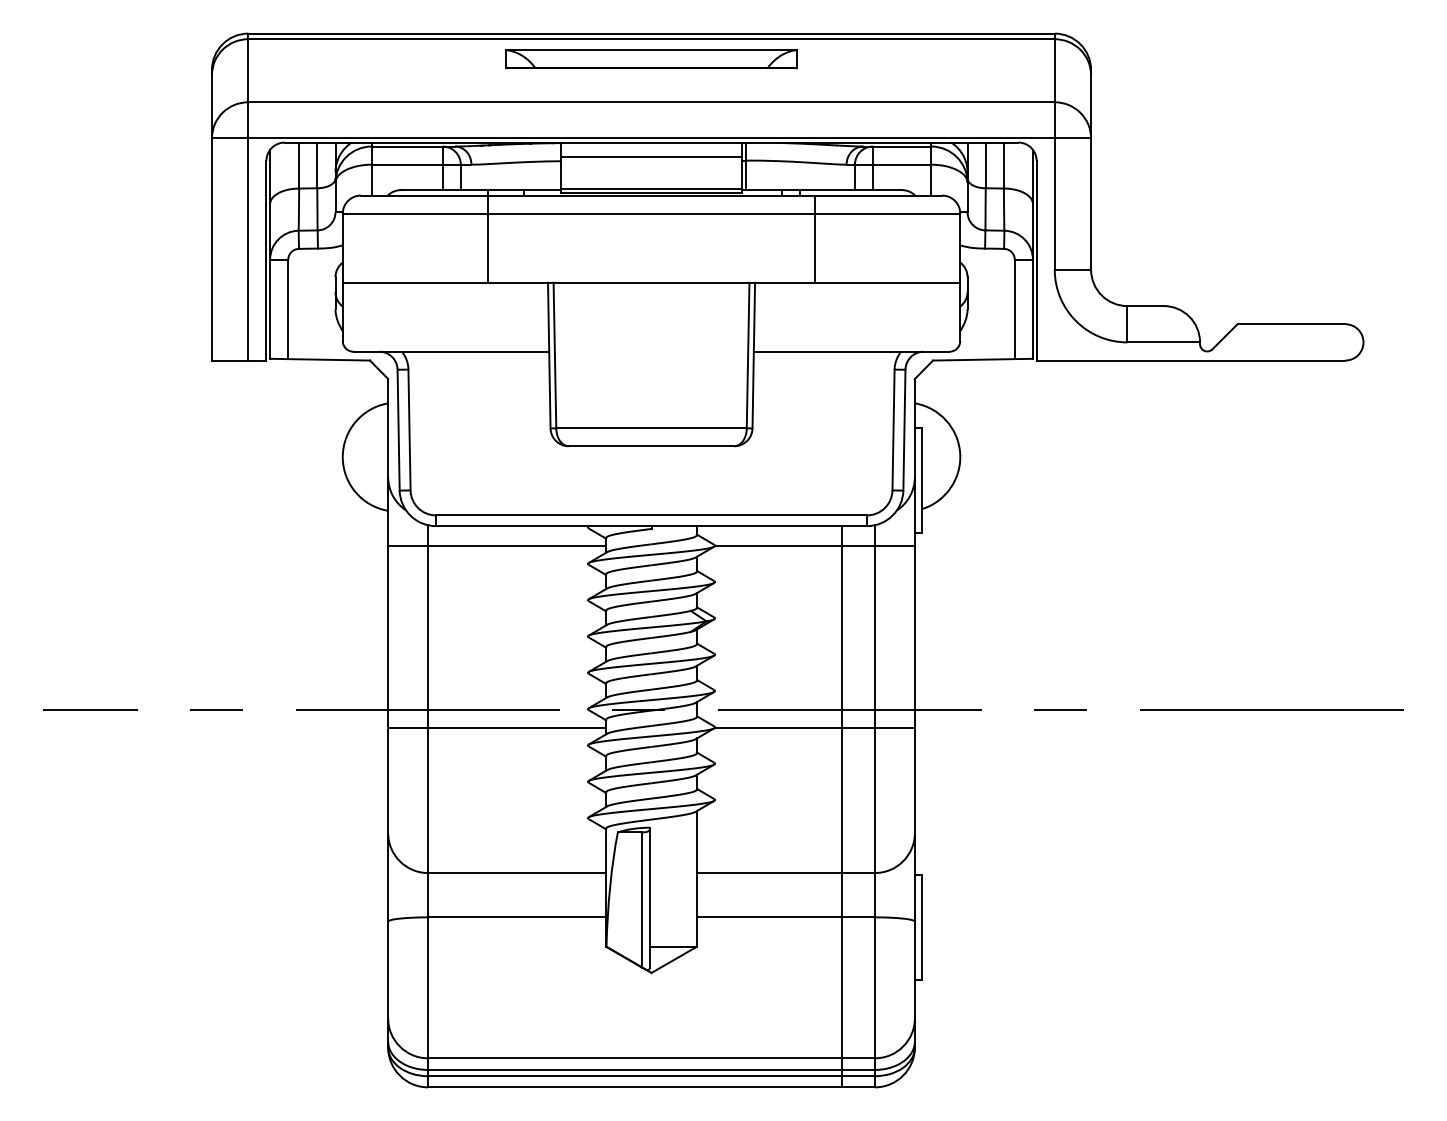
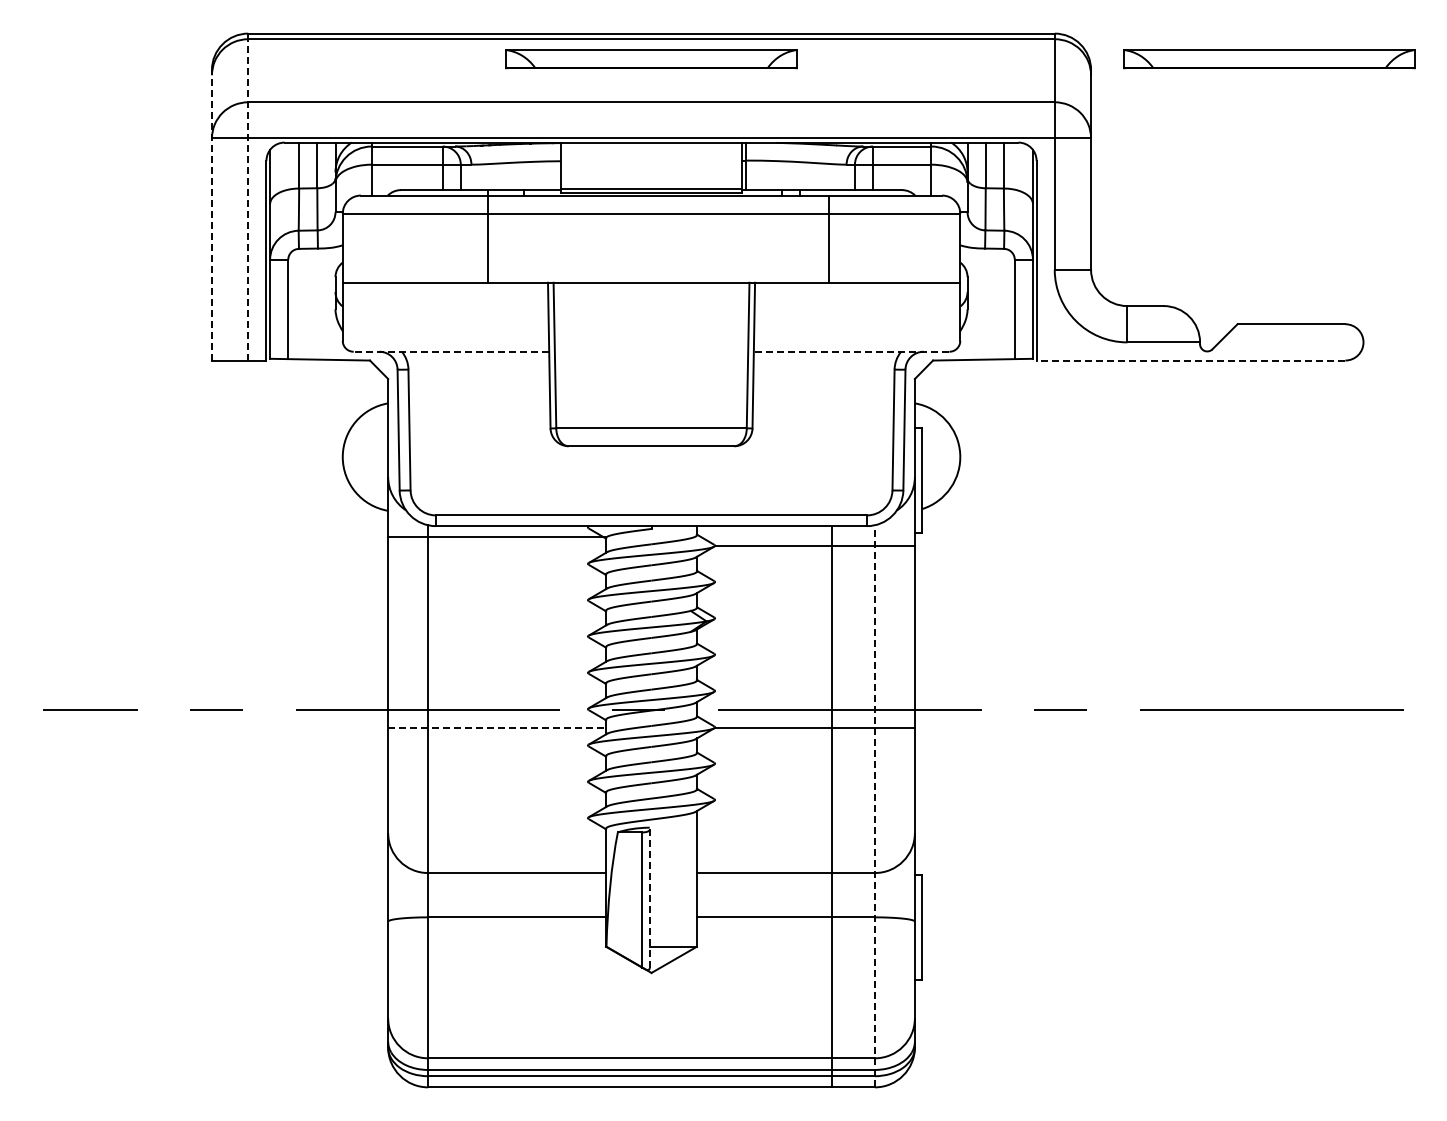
part at (1269, 59): none -> present
line at (651, 156): present -> none
line at (248, 196): solid -> dashed
line at (211, 214): solid -> dashed
line at (815, 238) position: (815, 238) -> (829, 238)
line at (451, 351): solid -> dashed
line at (851, 351): solid -> dashed
line at (1190, 360): solid -> dashed
line at (497, 546) position: (497, 546) -> (497, 537)
line at (497, 727): solid -> dashed
line at (874, 805): solid -> dashed
line at (842, 806) position: (842, 806) -> (832, 806)
line at (649, 897): solid -> dashed
